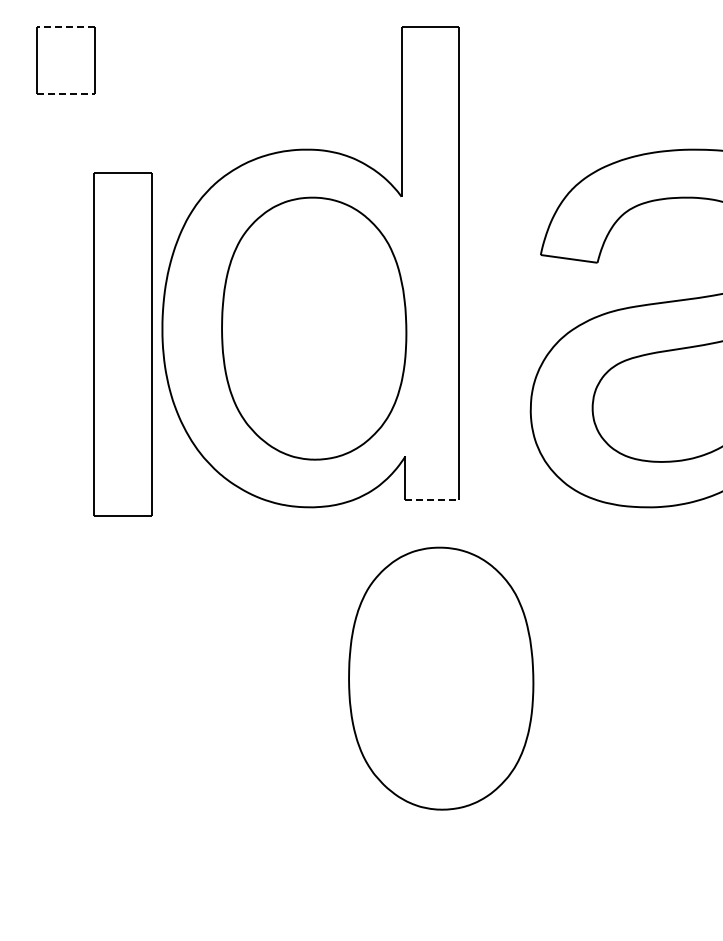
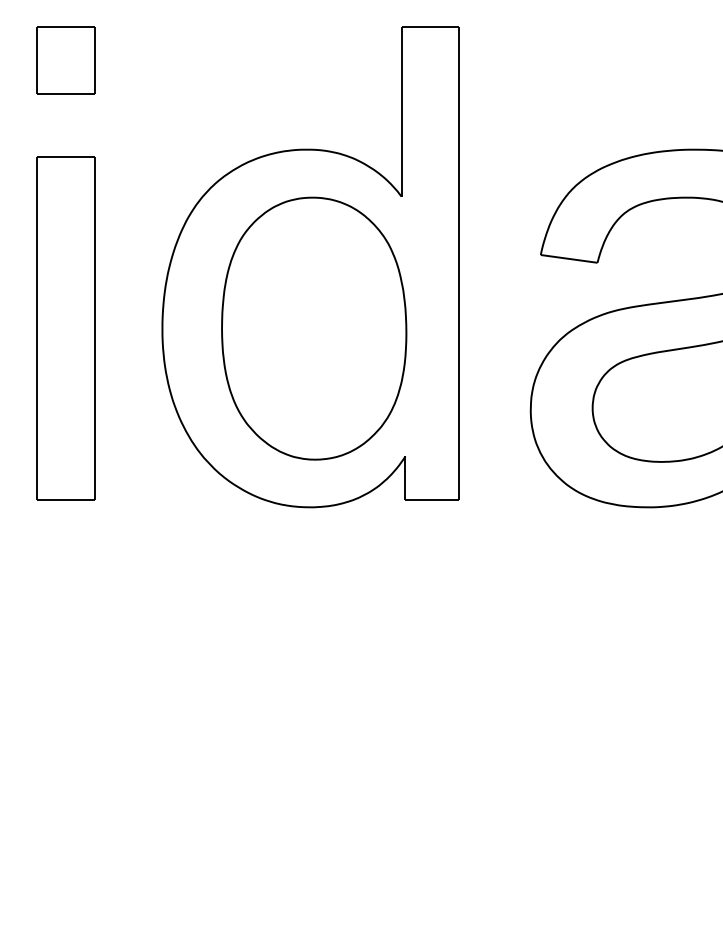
line at (65, 27): dashed -> solid
line at (66, 93): dashed -> solid
part at (122, 344) position: (122, 344) -> (65, 328)
line at (432, 499): dashed -> solid
part at (441, 678): present -> none
